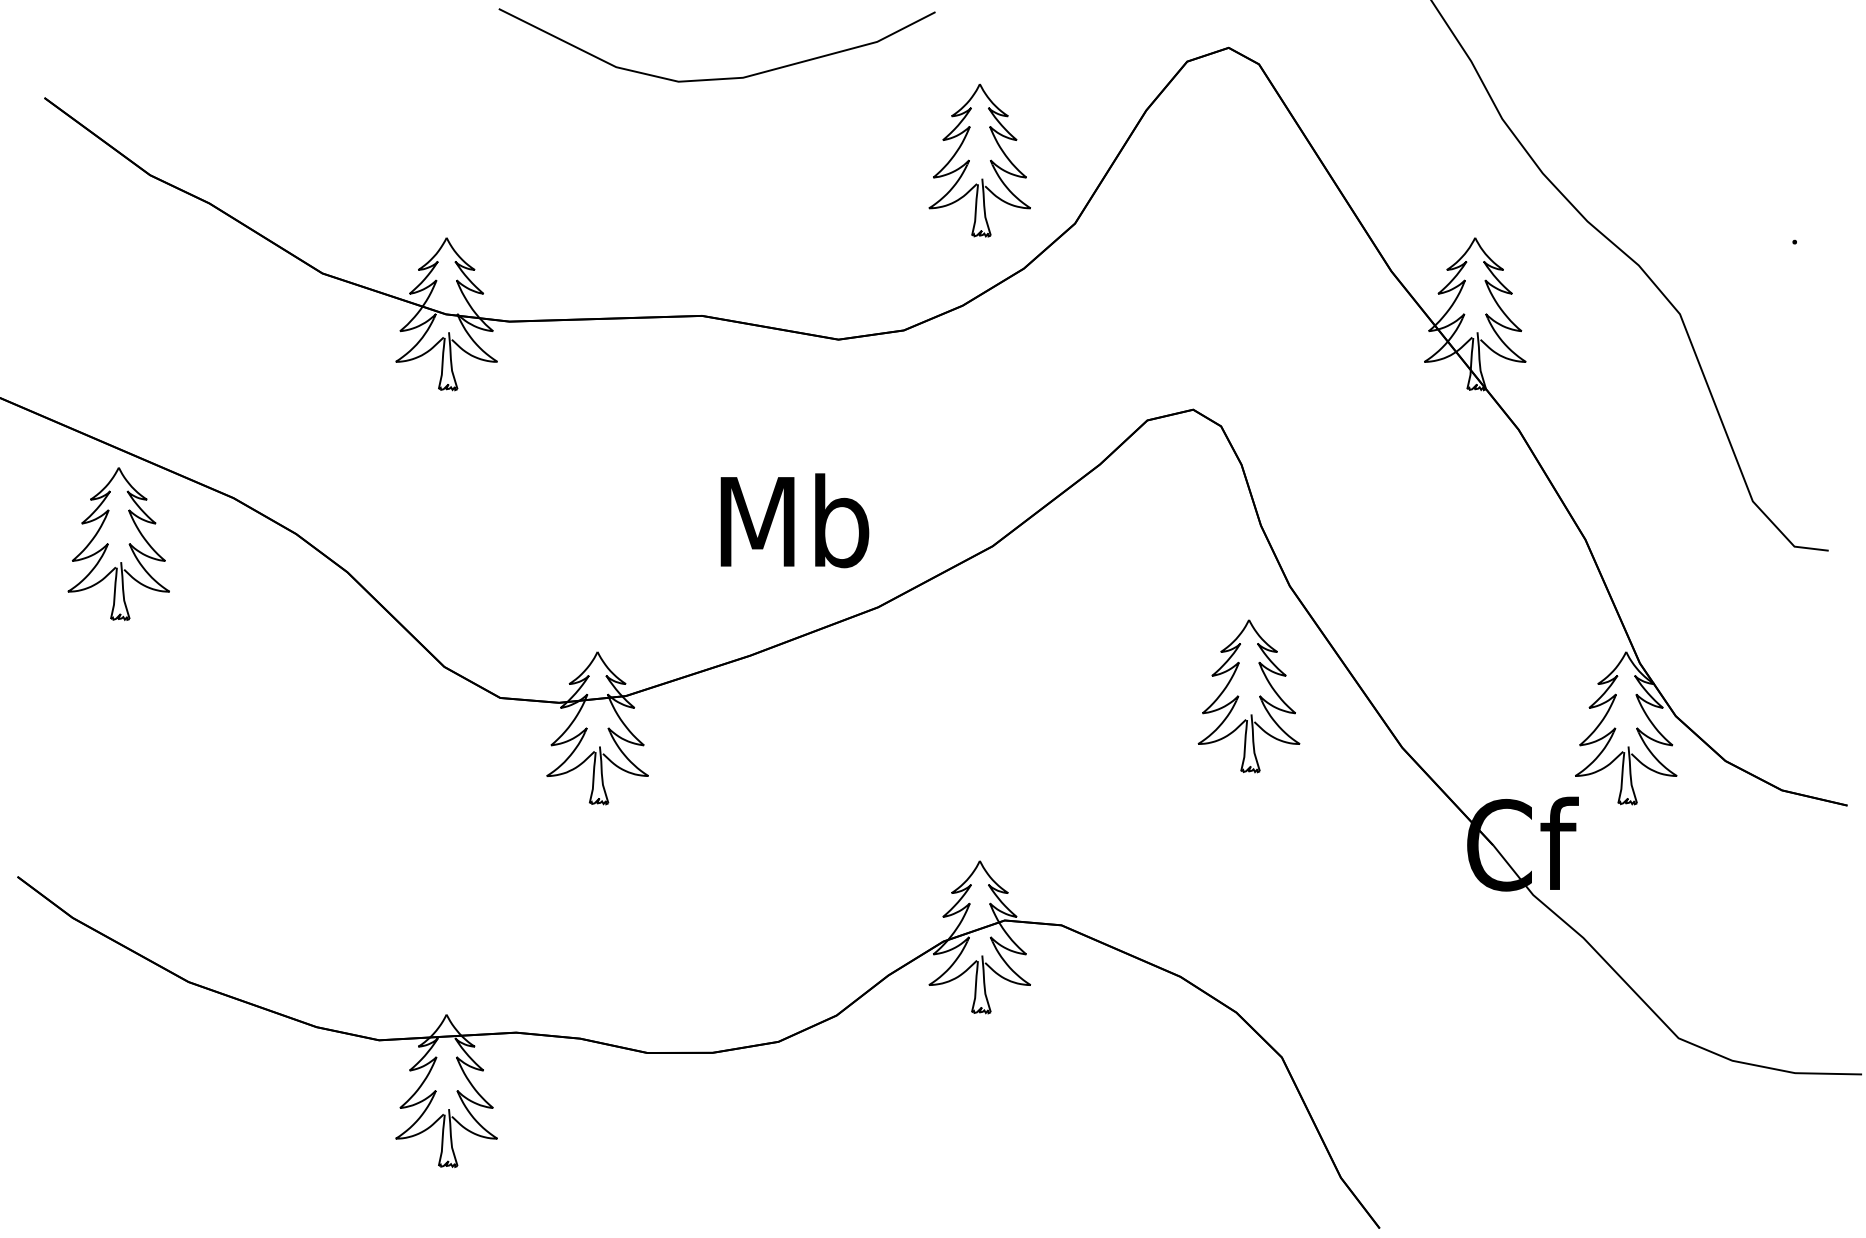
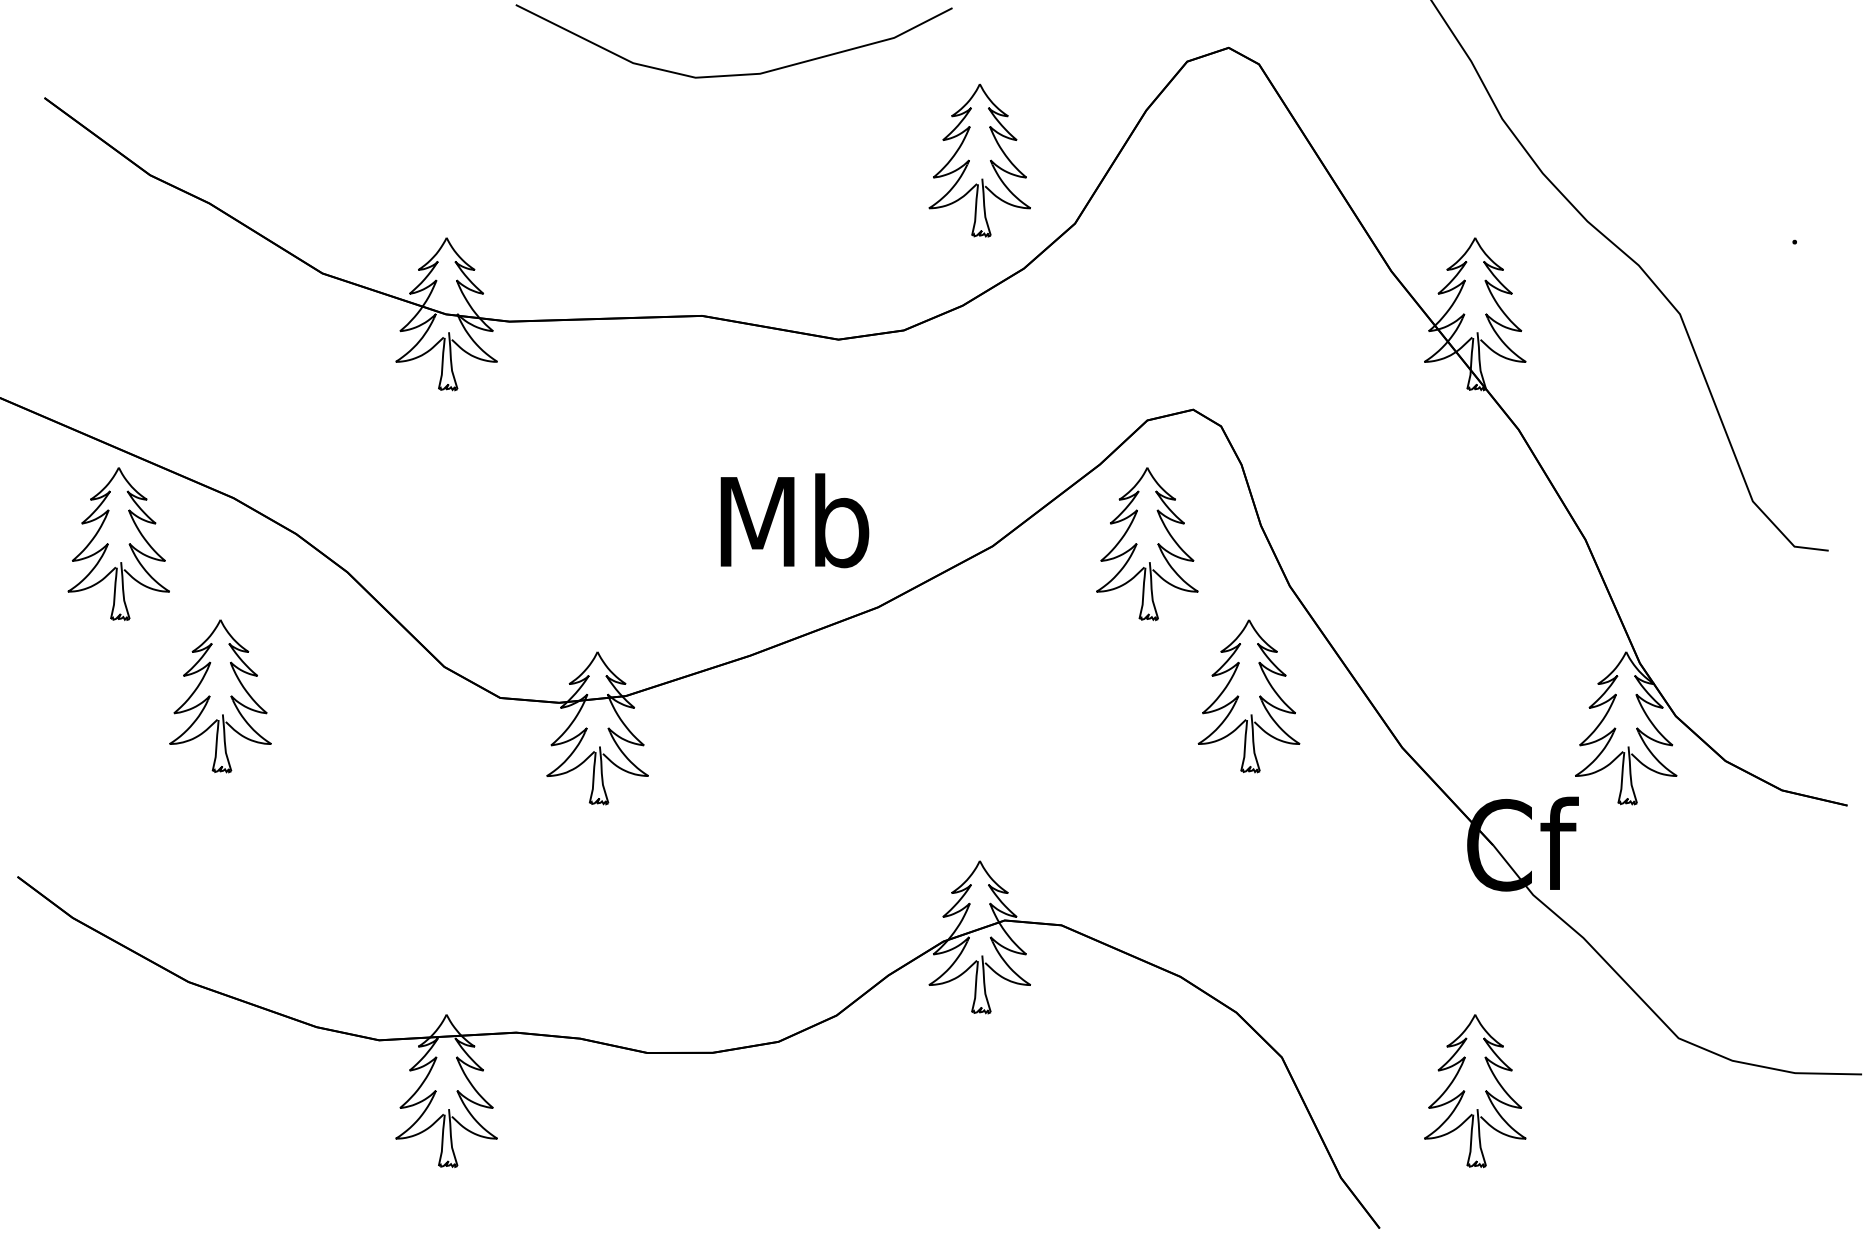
curve at (716, 78) position: (716, 78) -> (733, 74)
part at (1147, 544): none -> present
part at (220, 696): none -> present
part at (1475, 1091): none -> present
